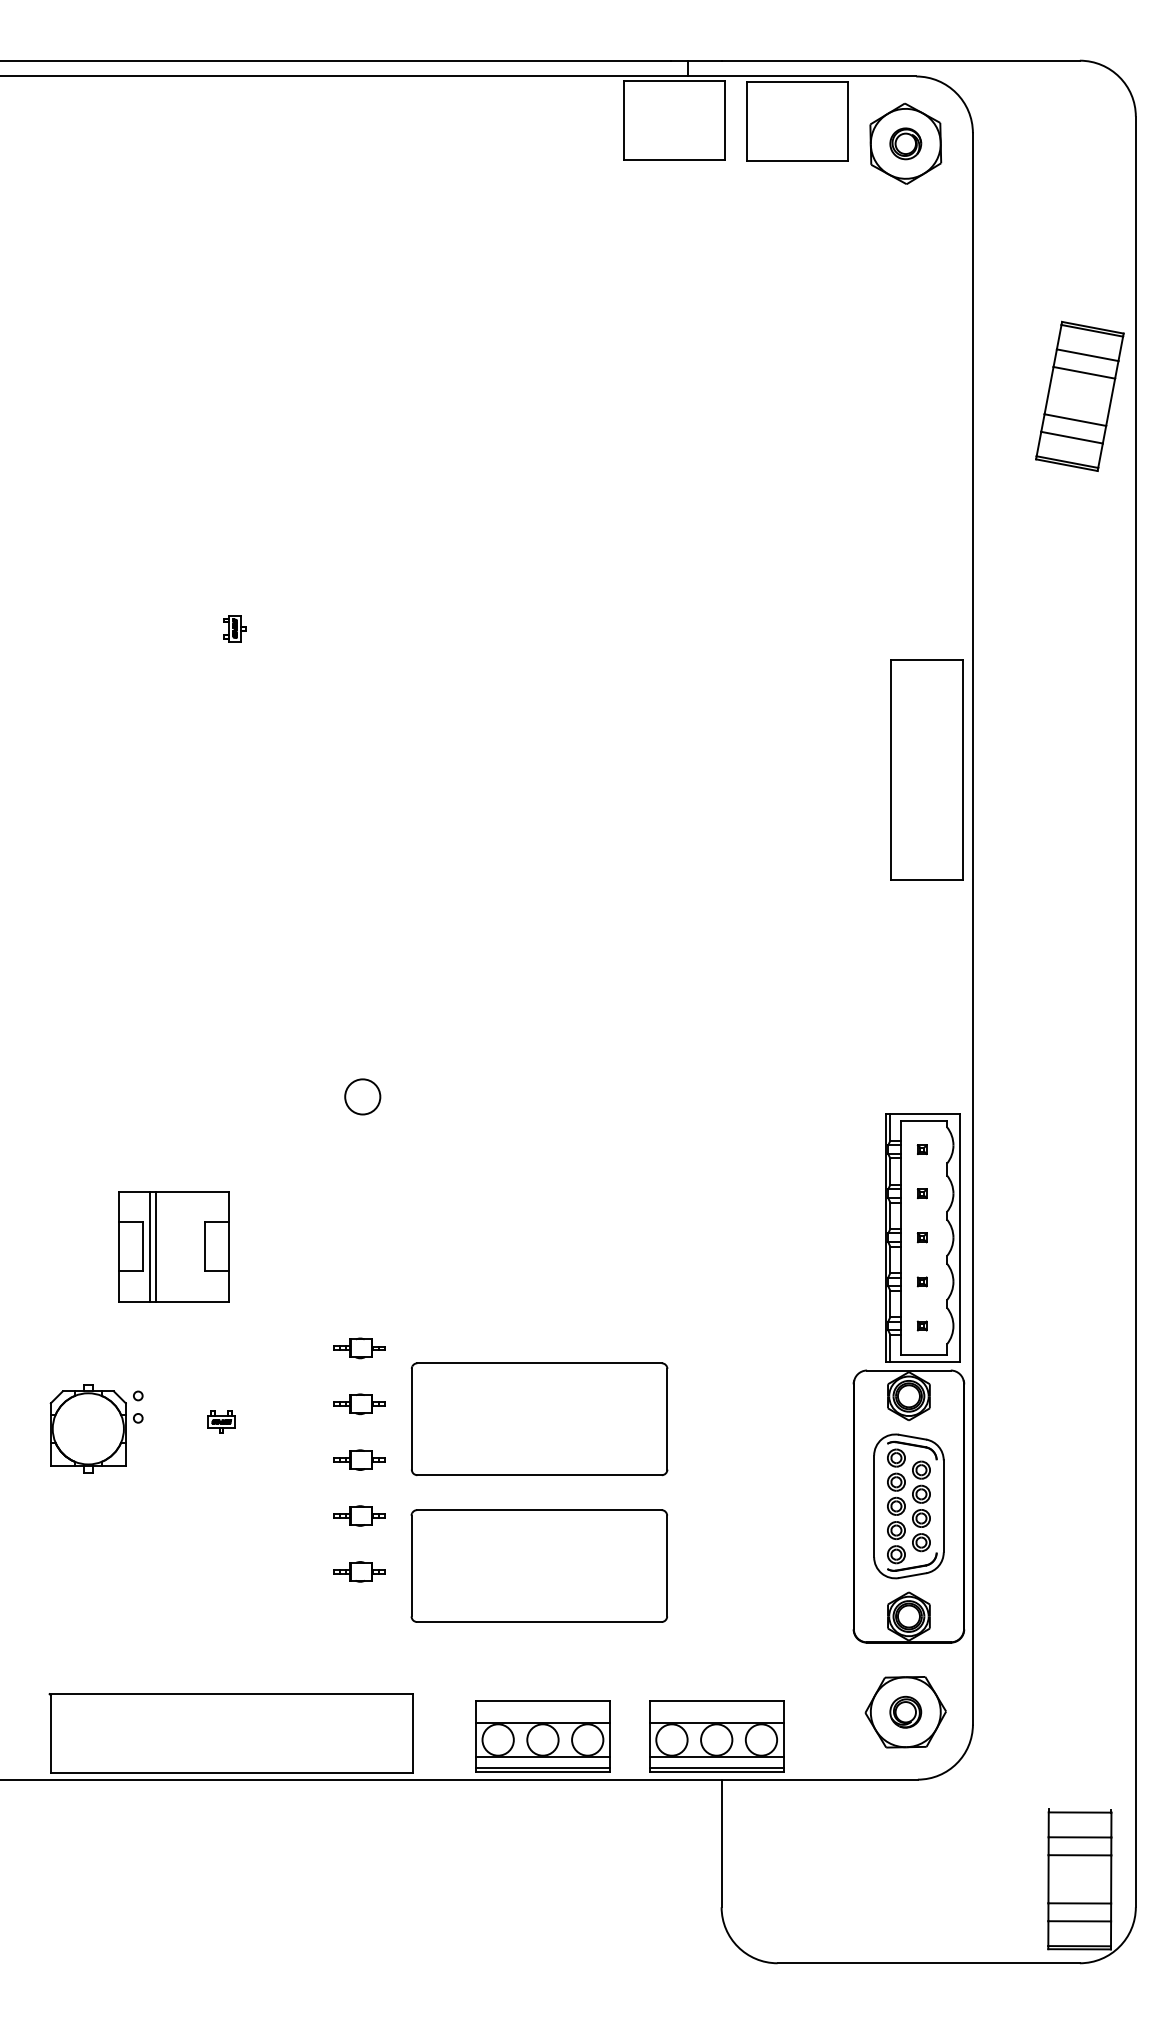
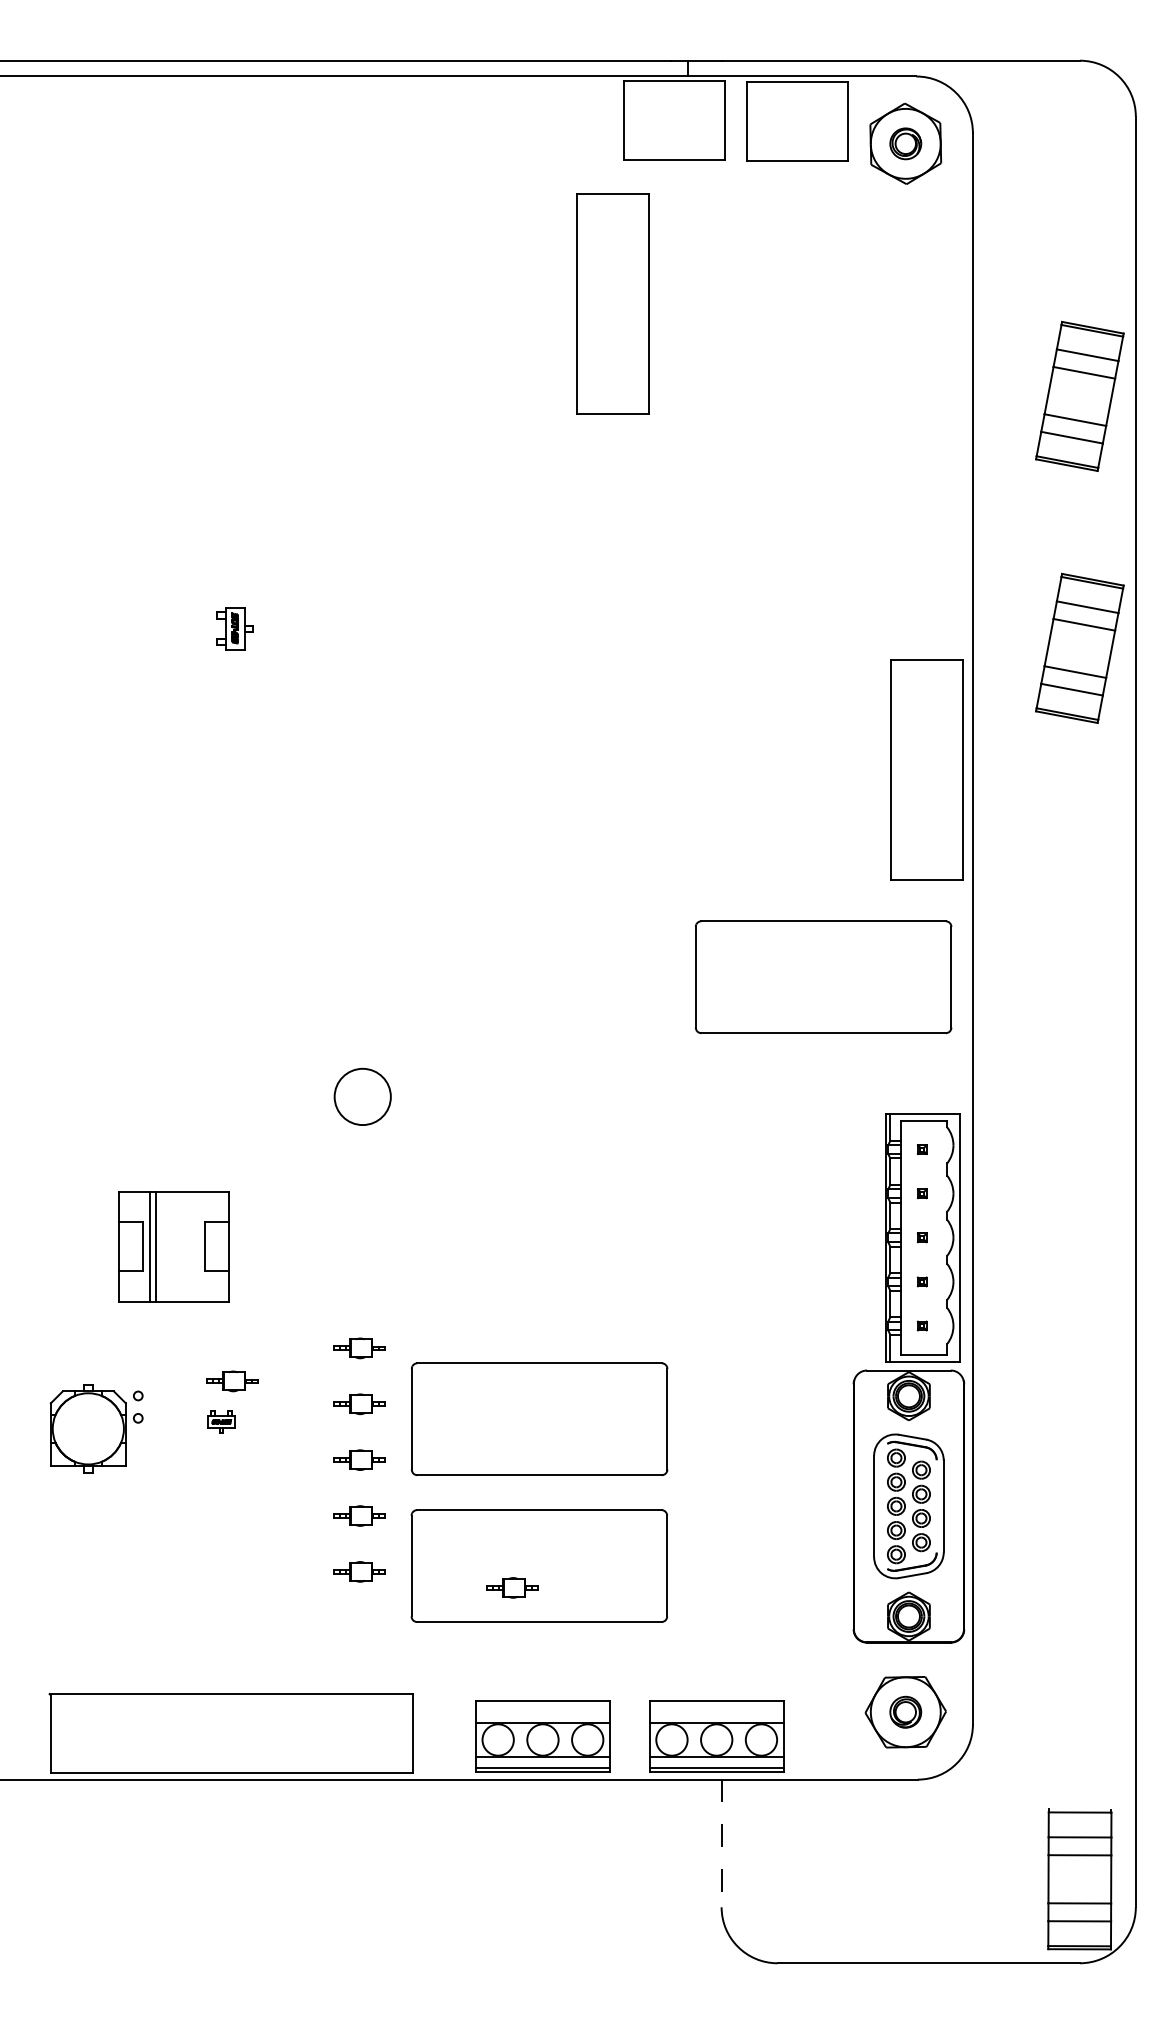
part at (612, 303): none -> present
part at (234, 628) size: 24x28 px -> 38x44 px
part at (1079, 647): none -> present
part at (823, 977): none -> present
circle at (362, 1096) diameter: 35 px -> 56 px
part at (232, 1381): none -> present
part at (512, 1587): none -> present
line at (721, 1843): solid -> dashed
